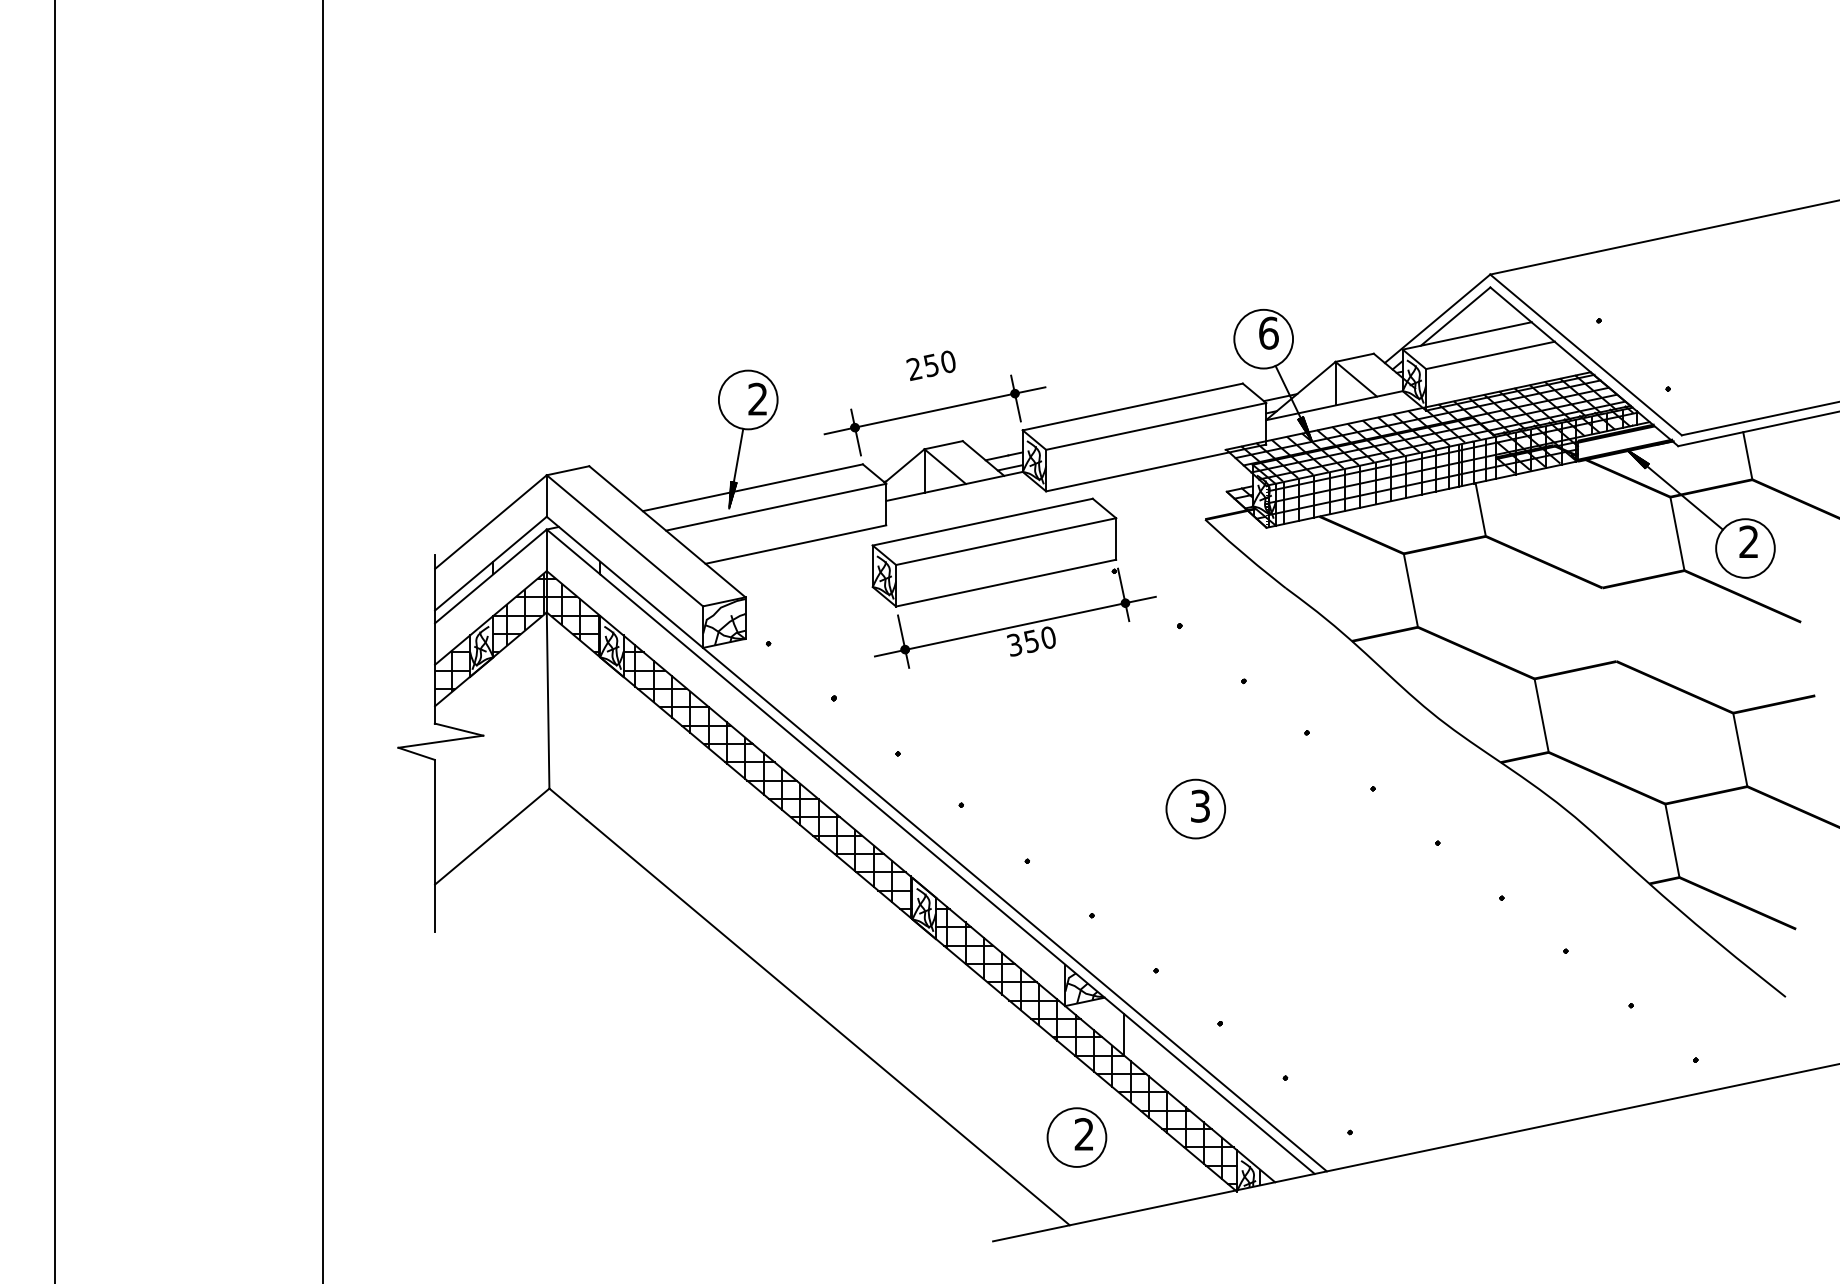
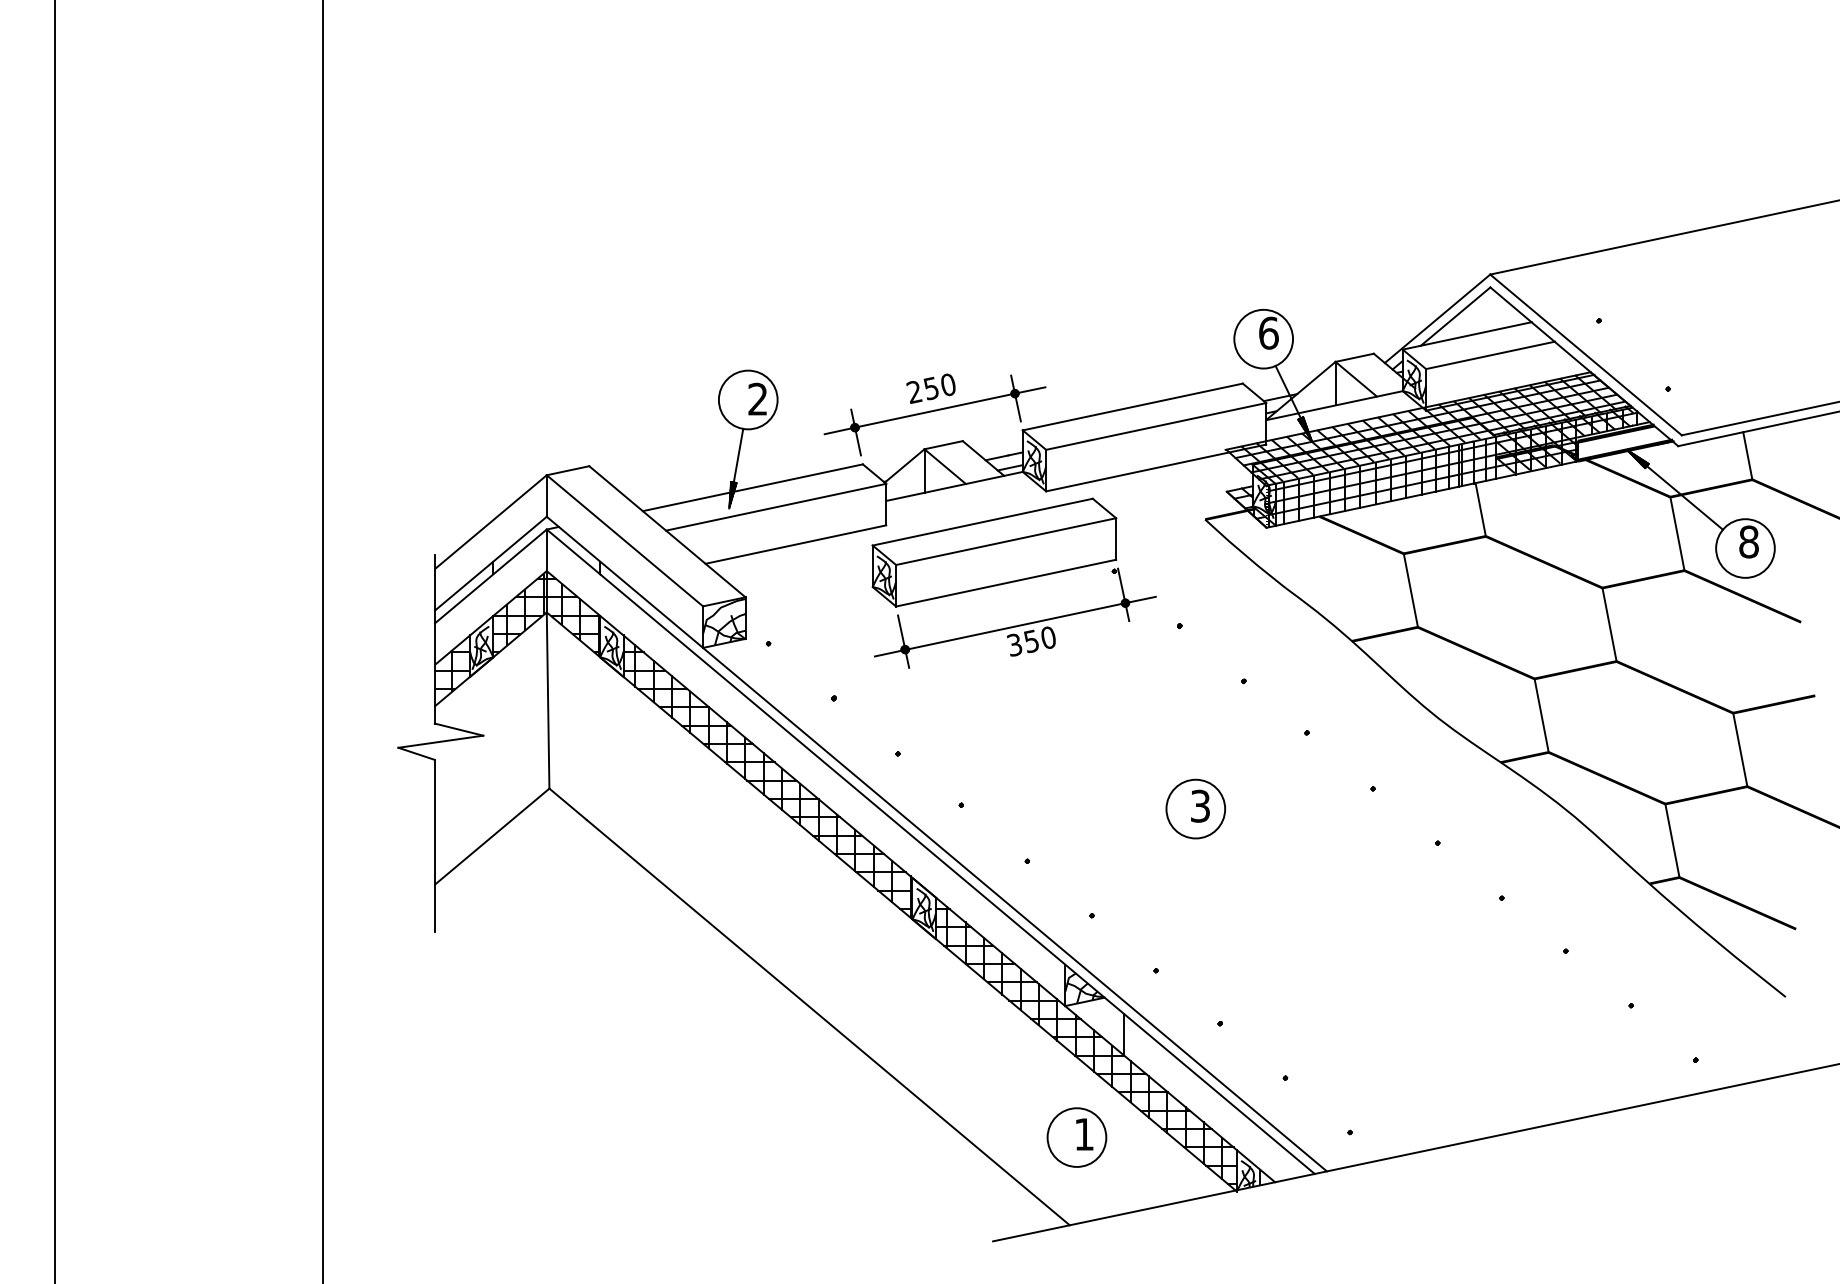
text at (930, 365) position: (930, 365) -> (930, 388)
text at (1748, 541): 2 -> 8
line at (1609, 624): none -> present
text at (1083, 1134): 2 -> 1
